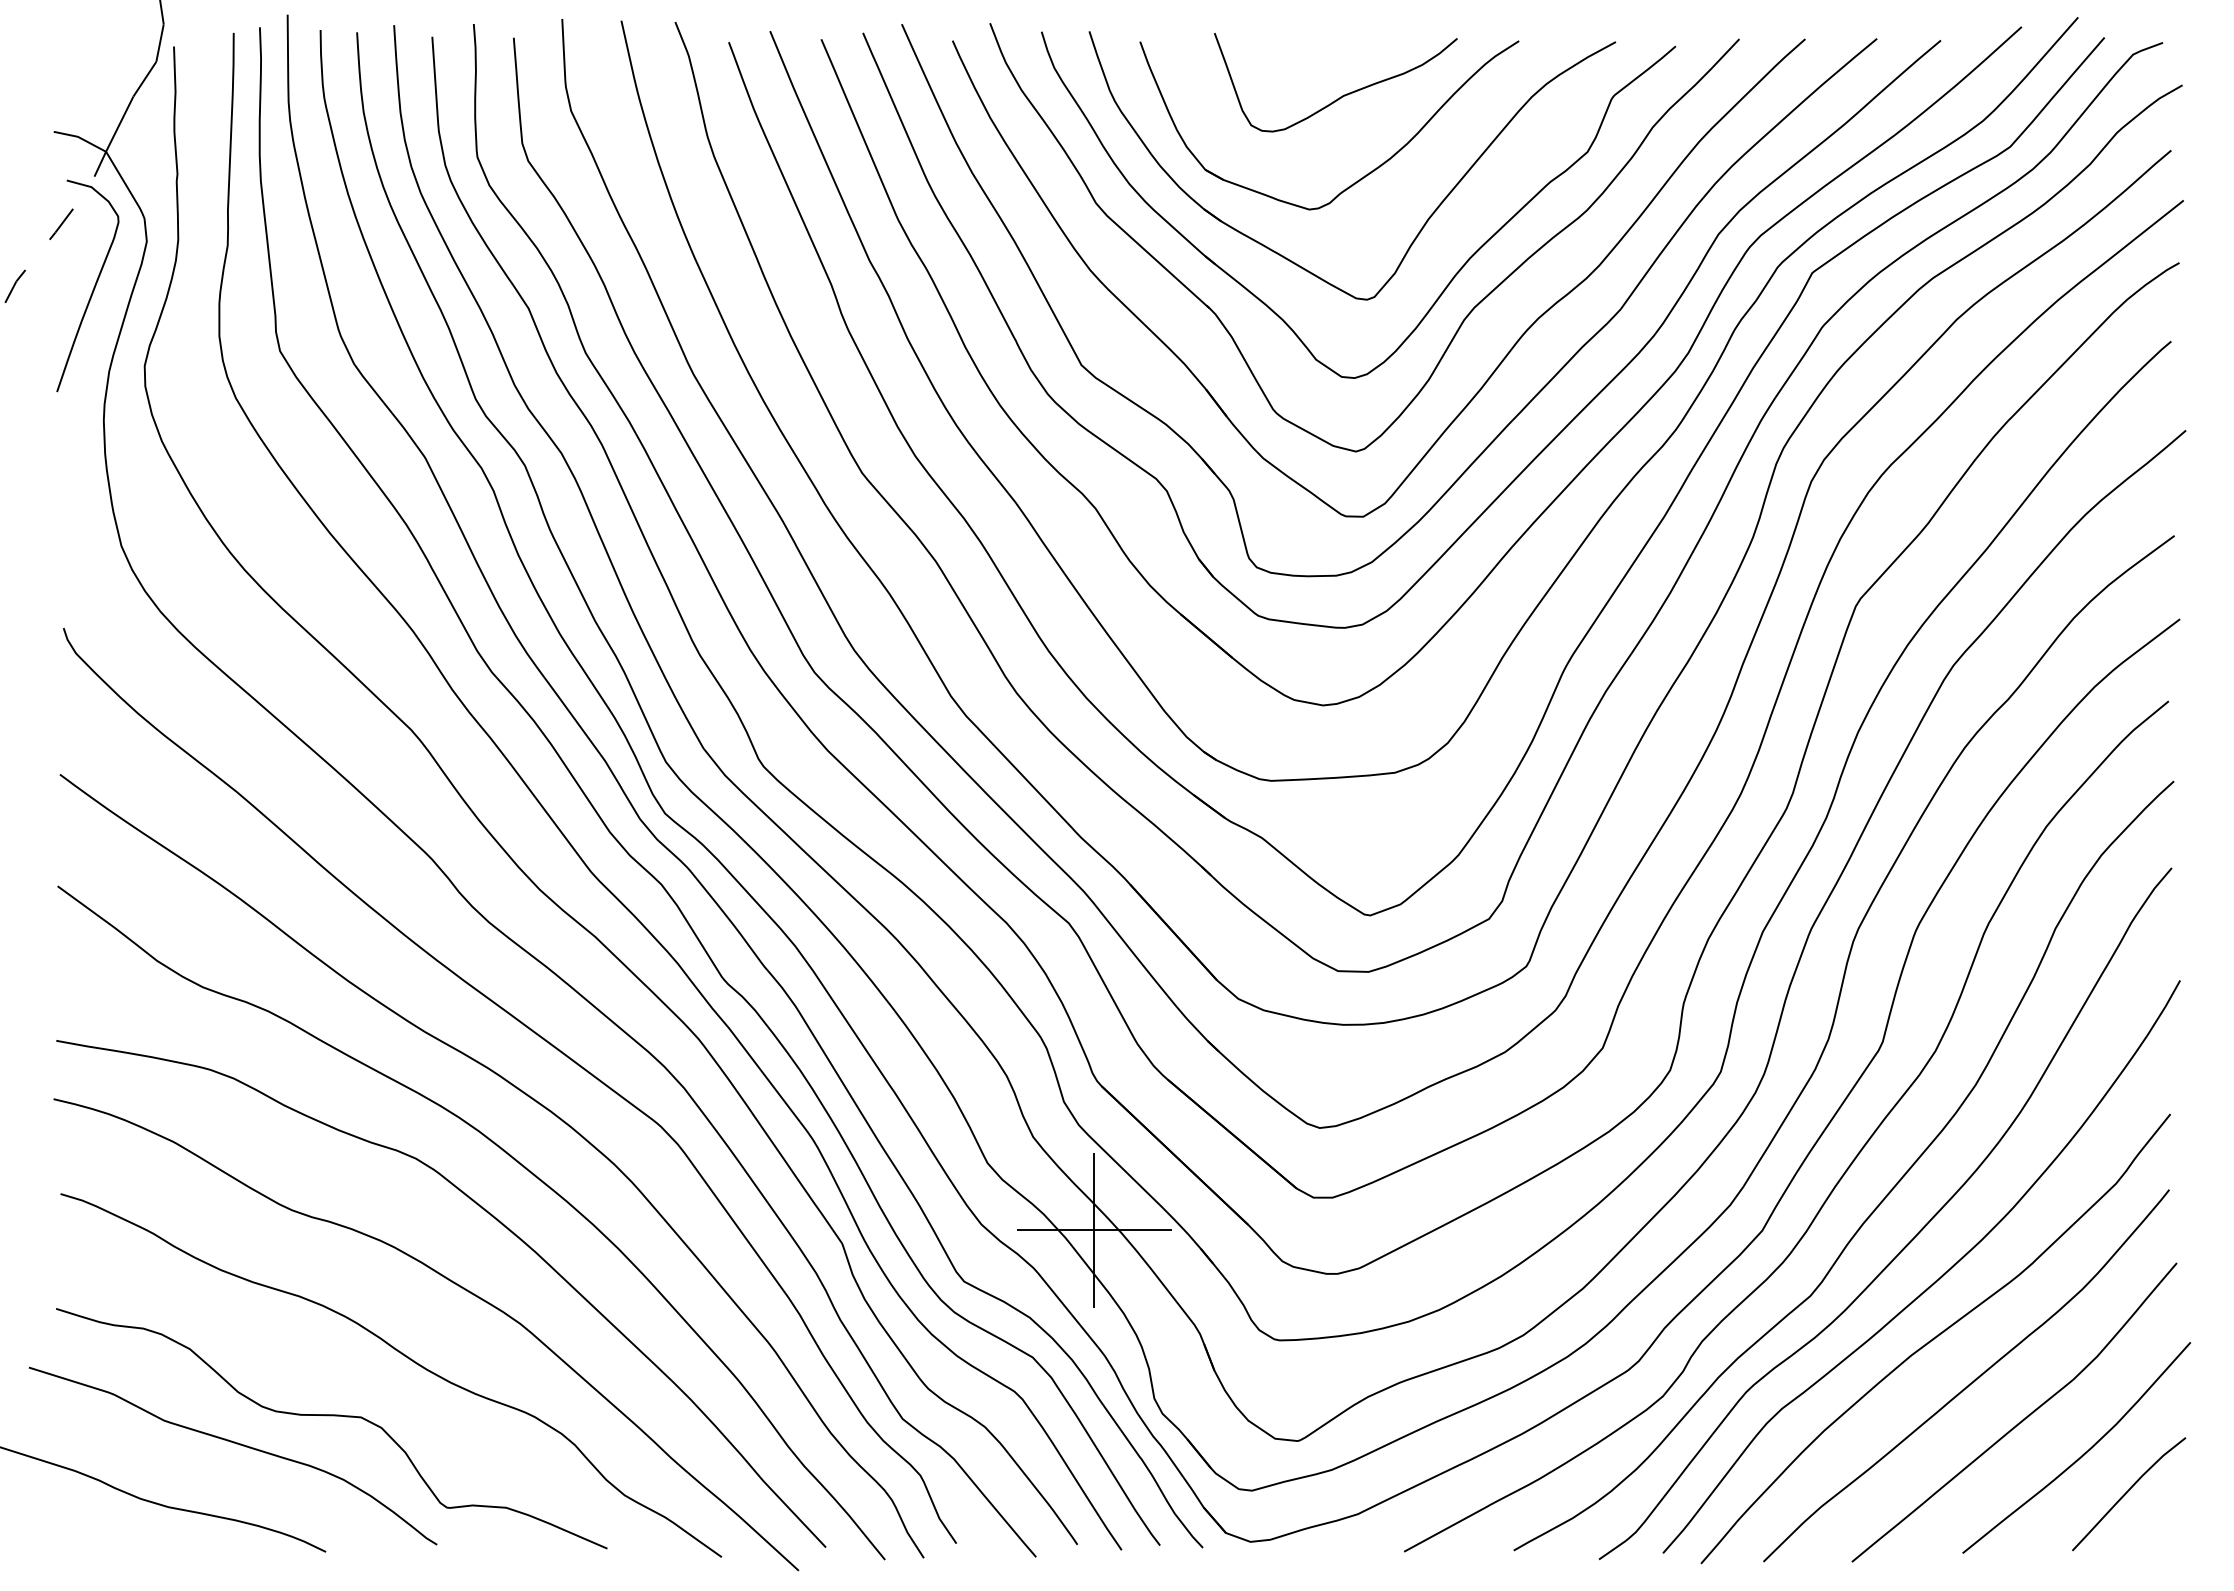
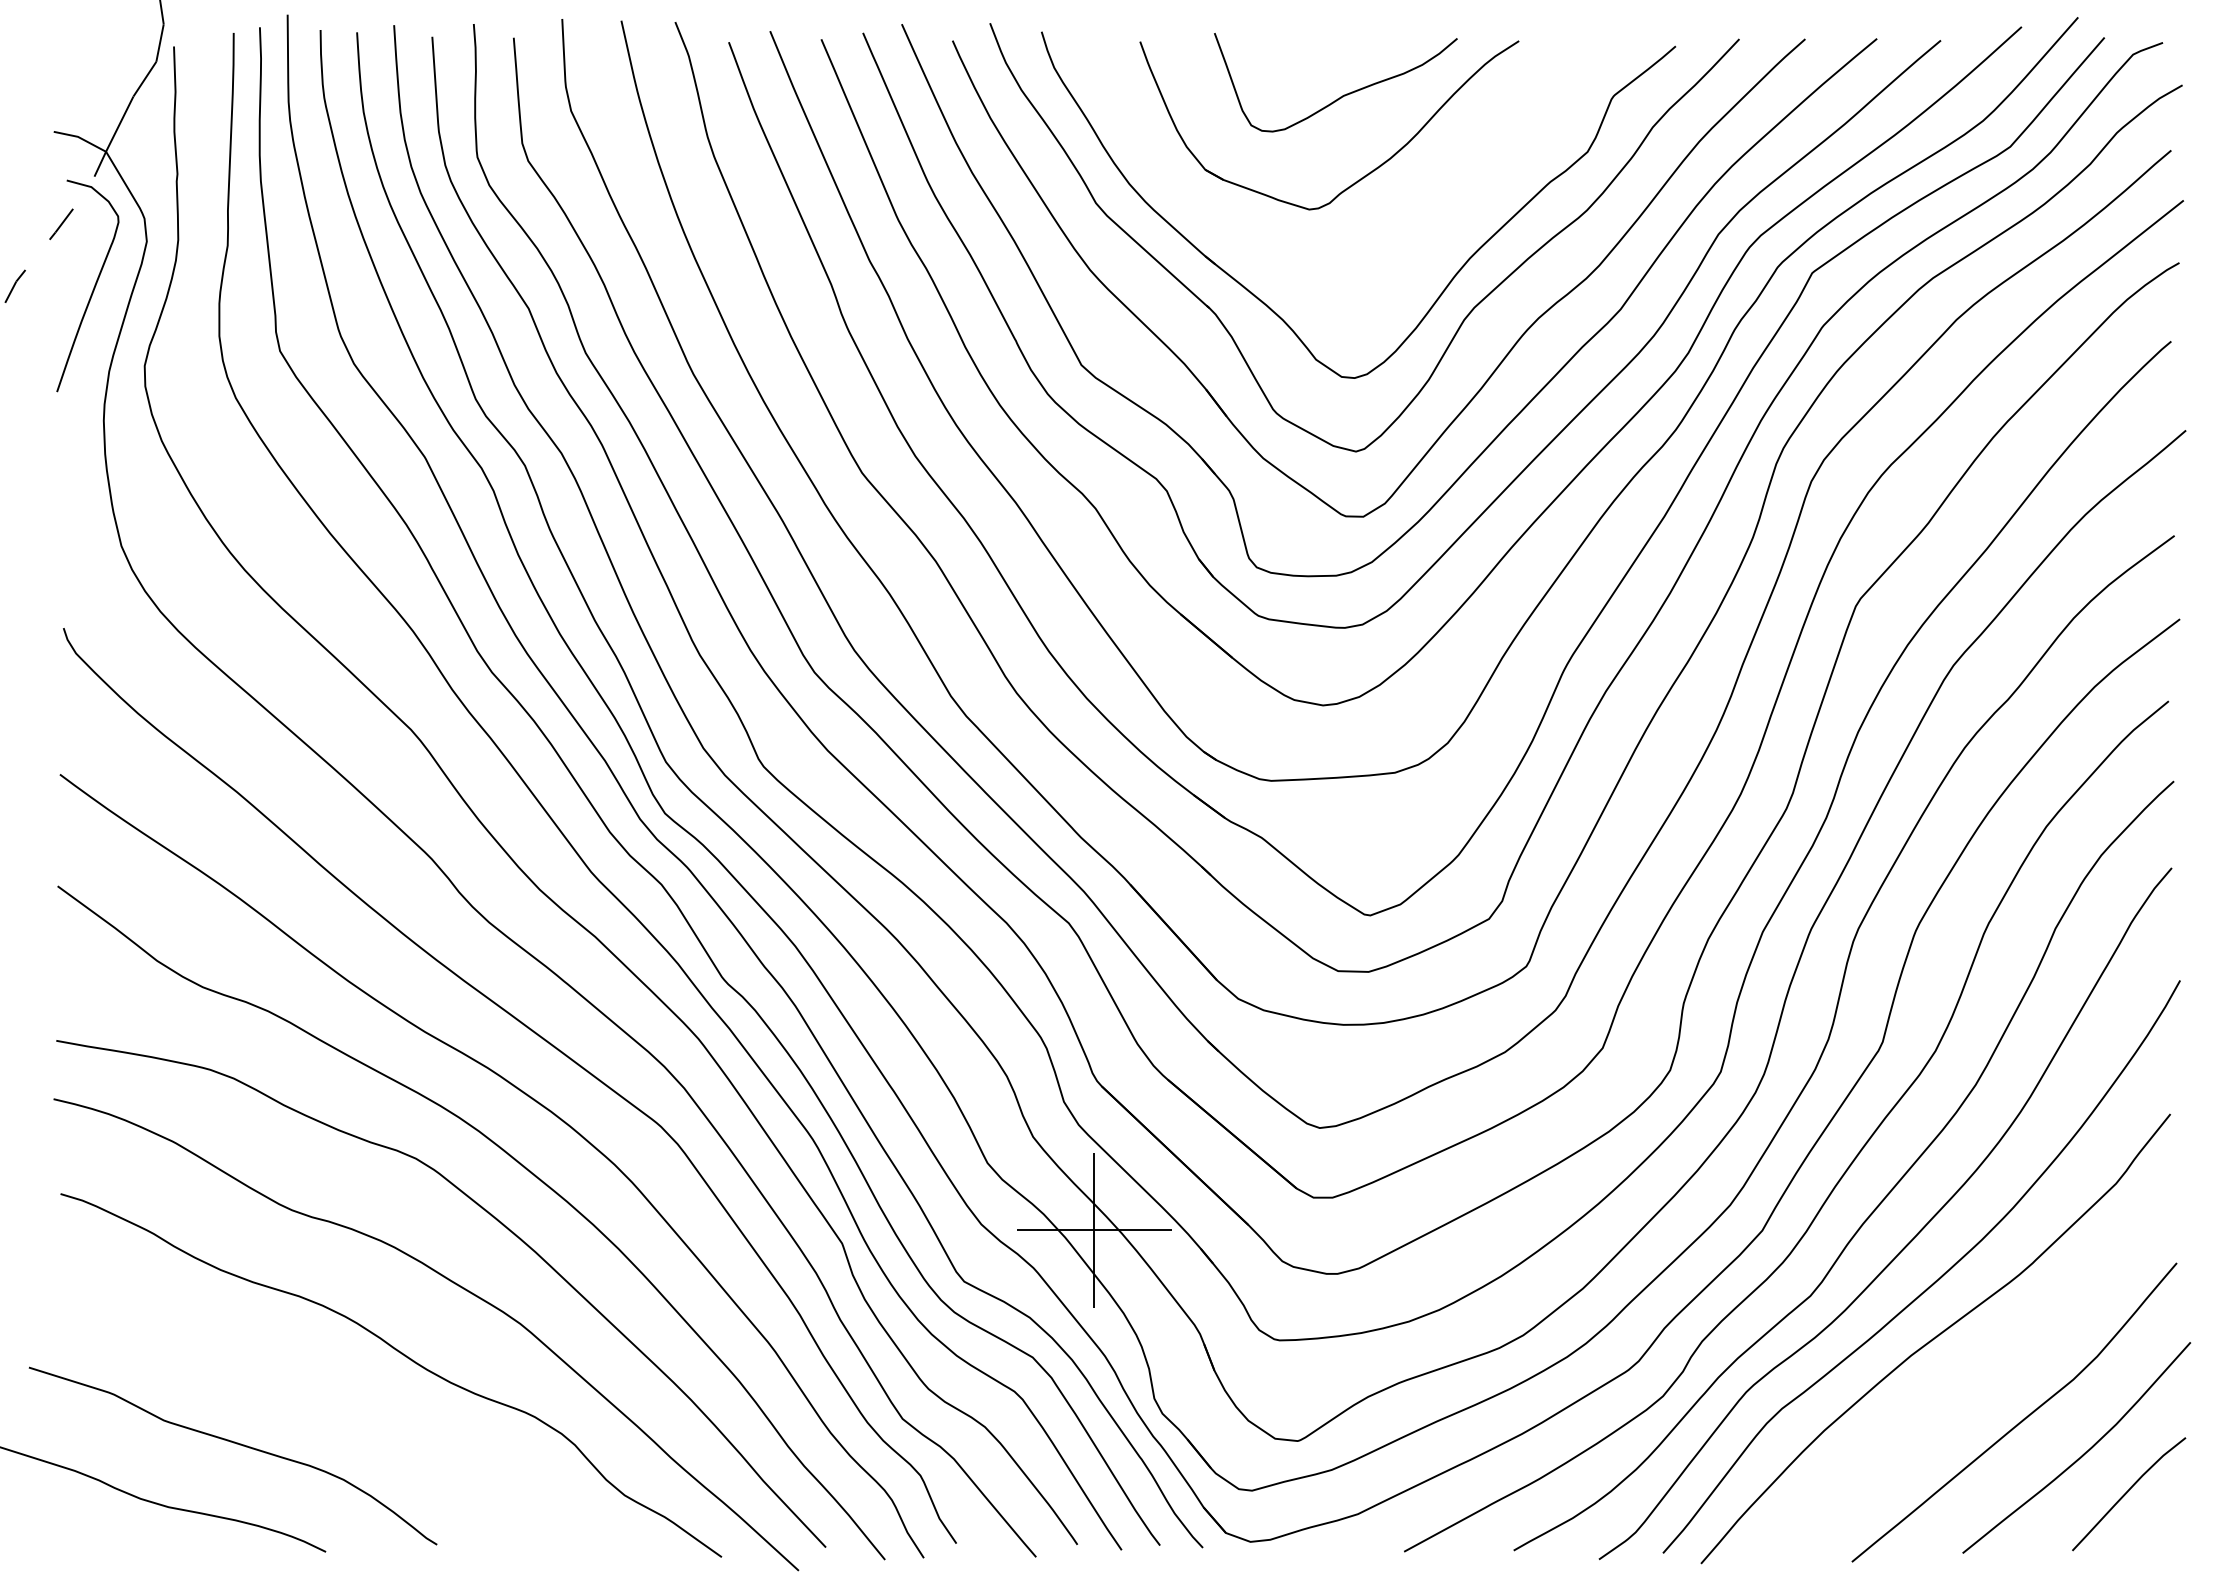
part at (1427, 218): present -> none
curve at (1972, 1381): present -> none
curve at (331, 1416): present -> none
